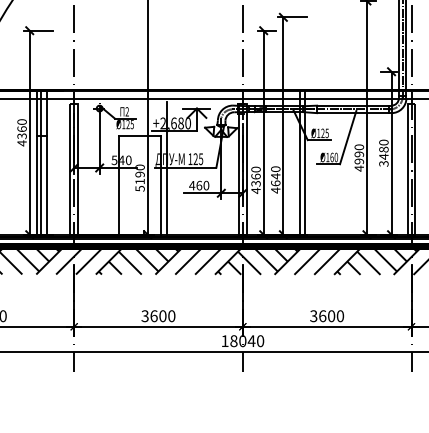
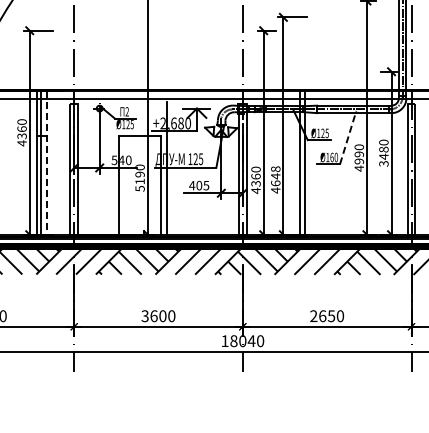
line at (348, 137): solid -> dashed
line at (47, 163): solid -> dashed
text at (275, 169): 4640 -> 4648
text at (202, 185): 460 -> 405
text at (322, 316): 3600 -> 2650
